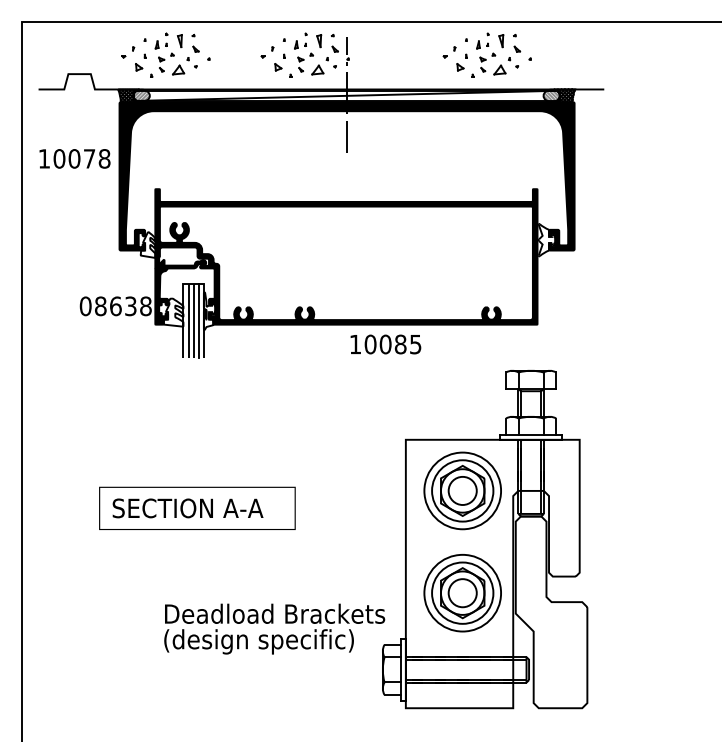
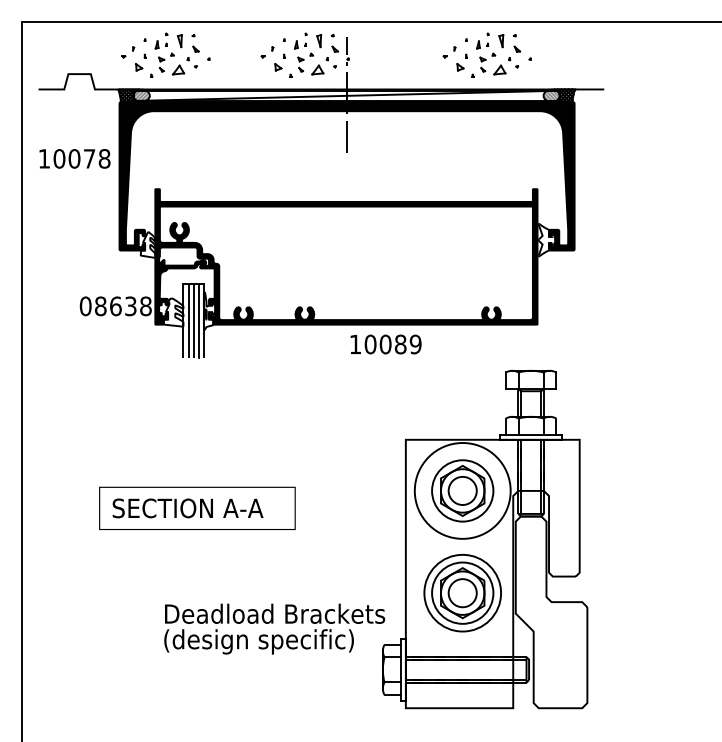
text at (415, 344): 10085 -> 10089
circle at (462, 490) diameter: 77 px -> 96 px
